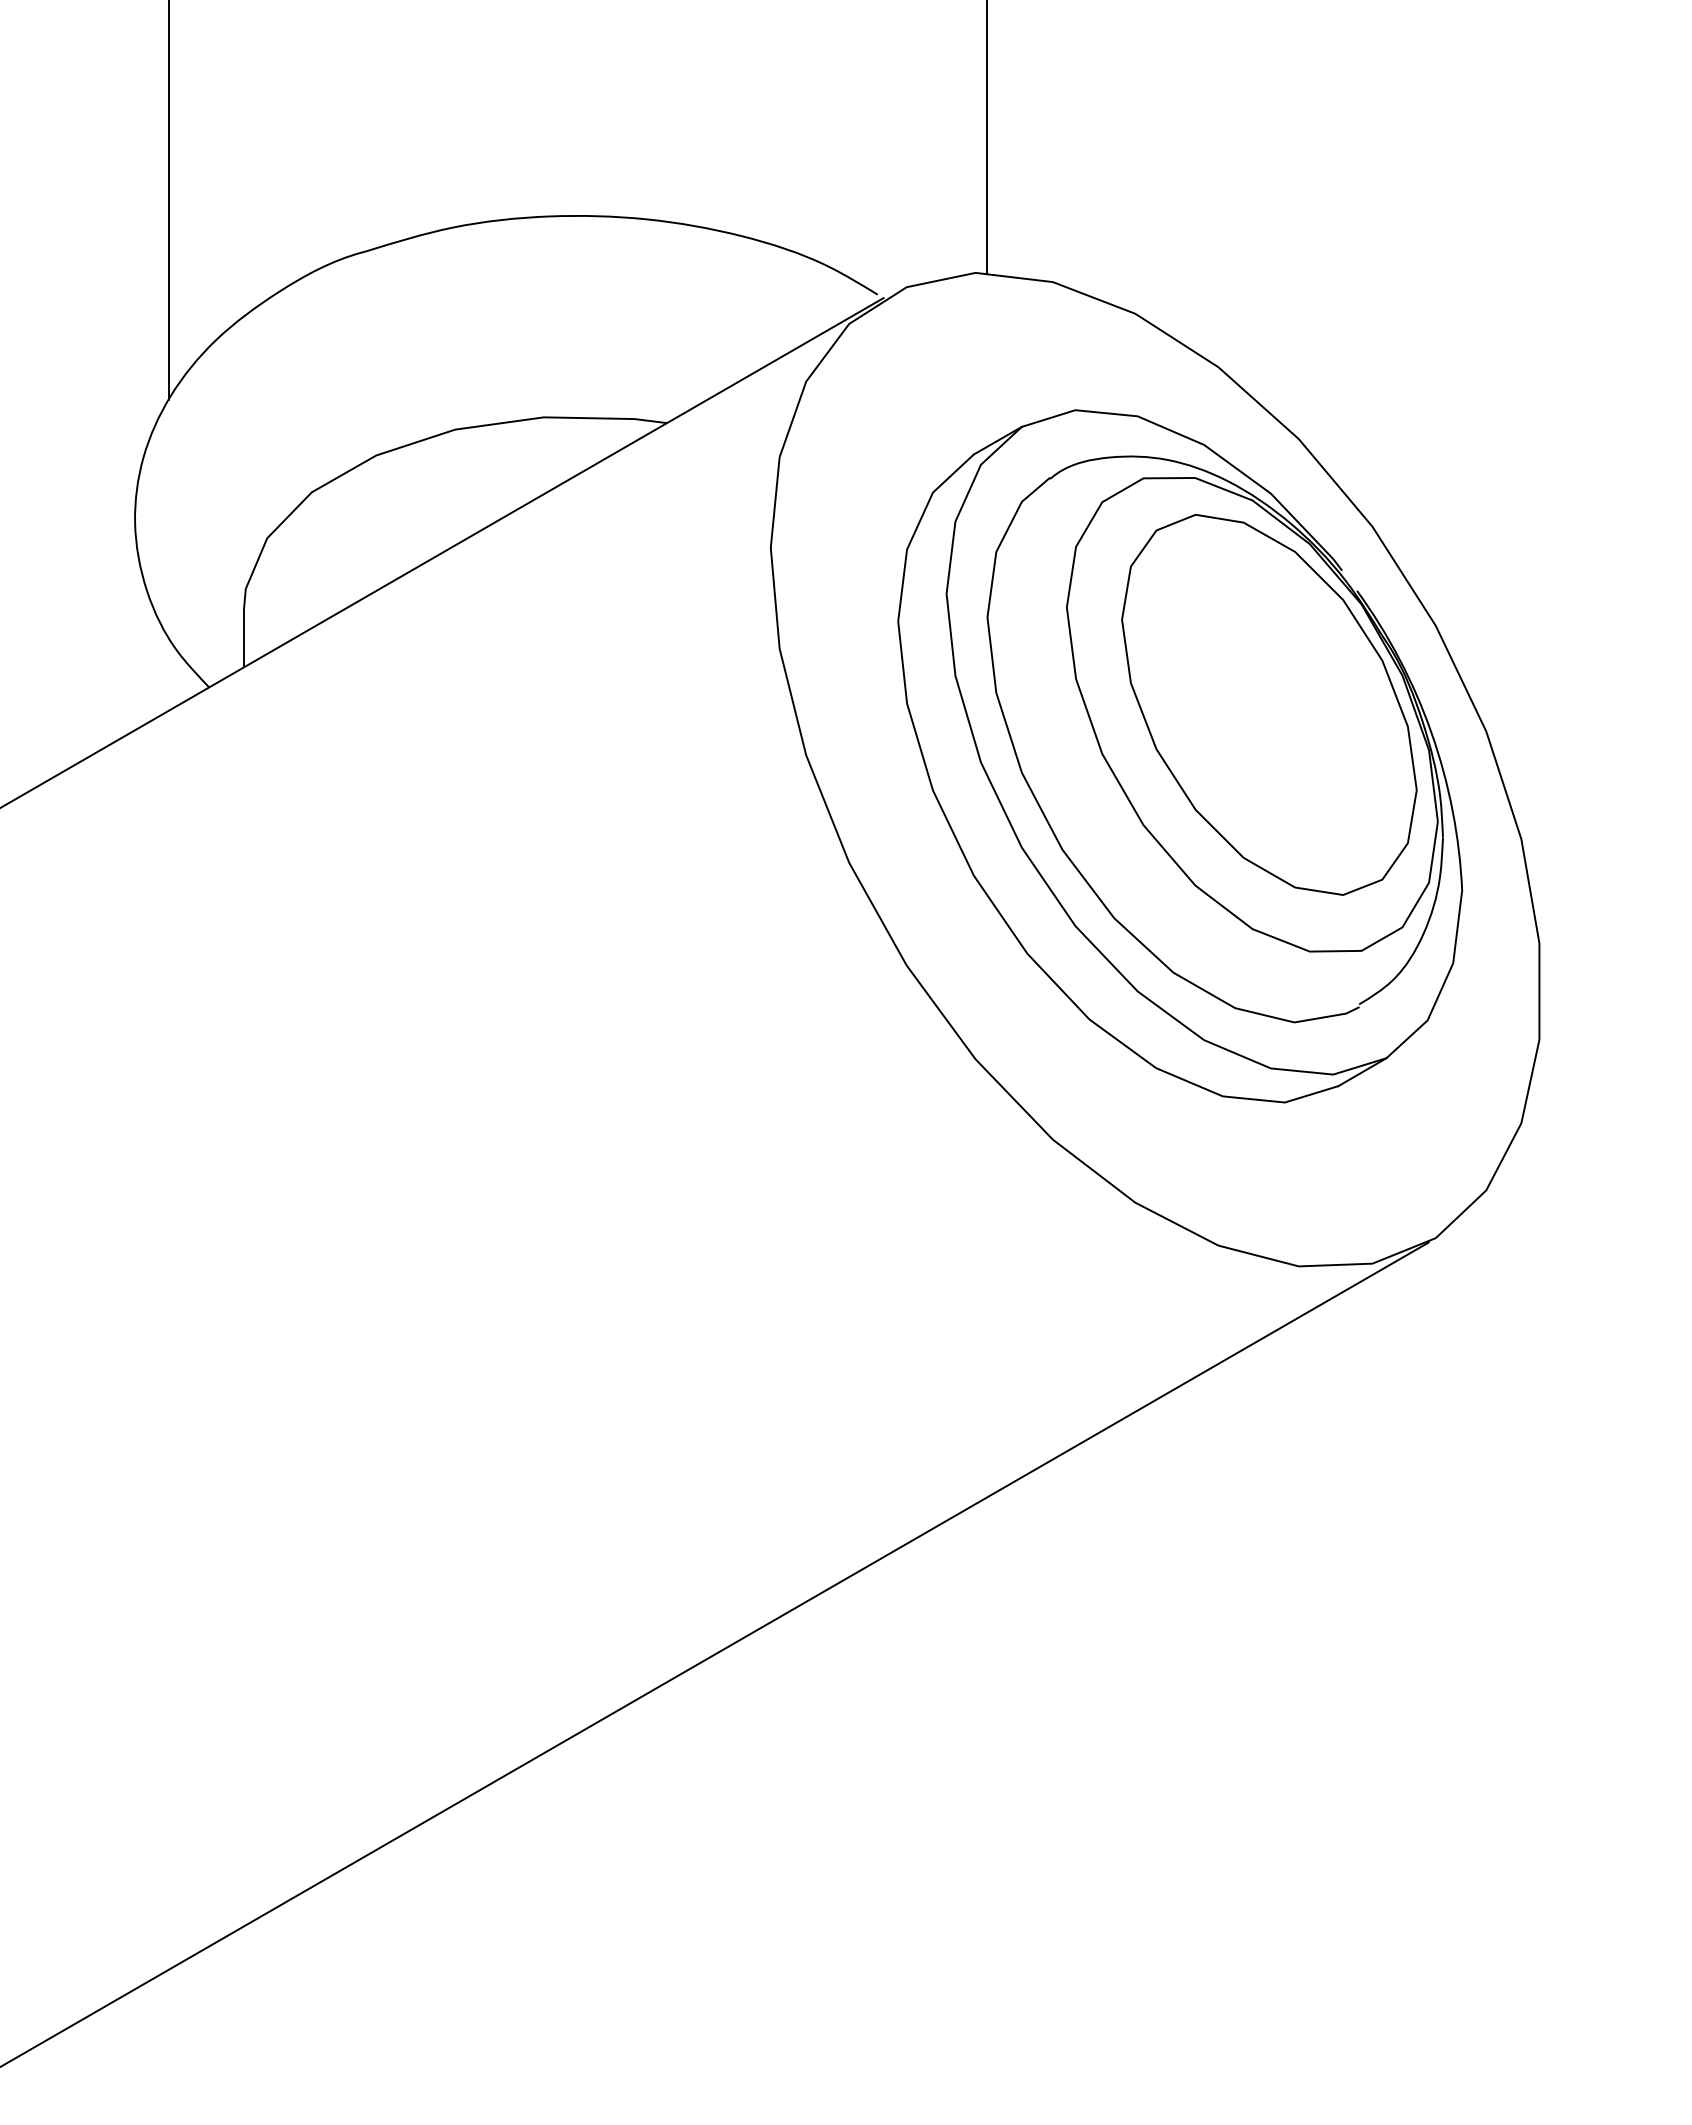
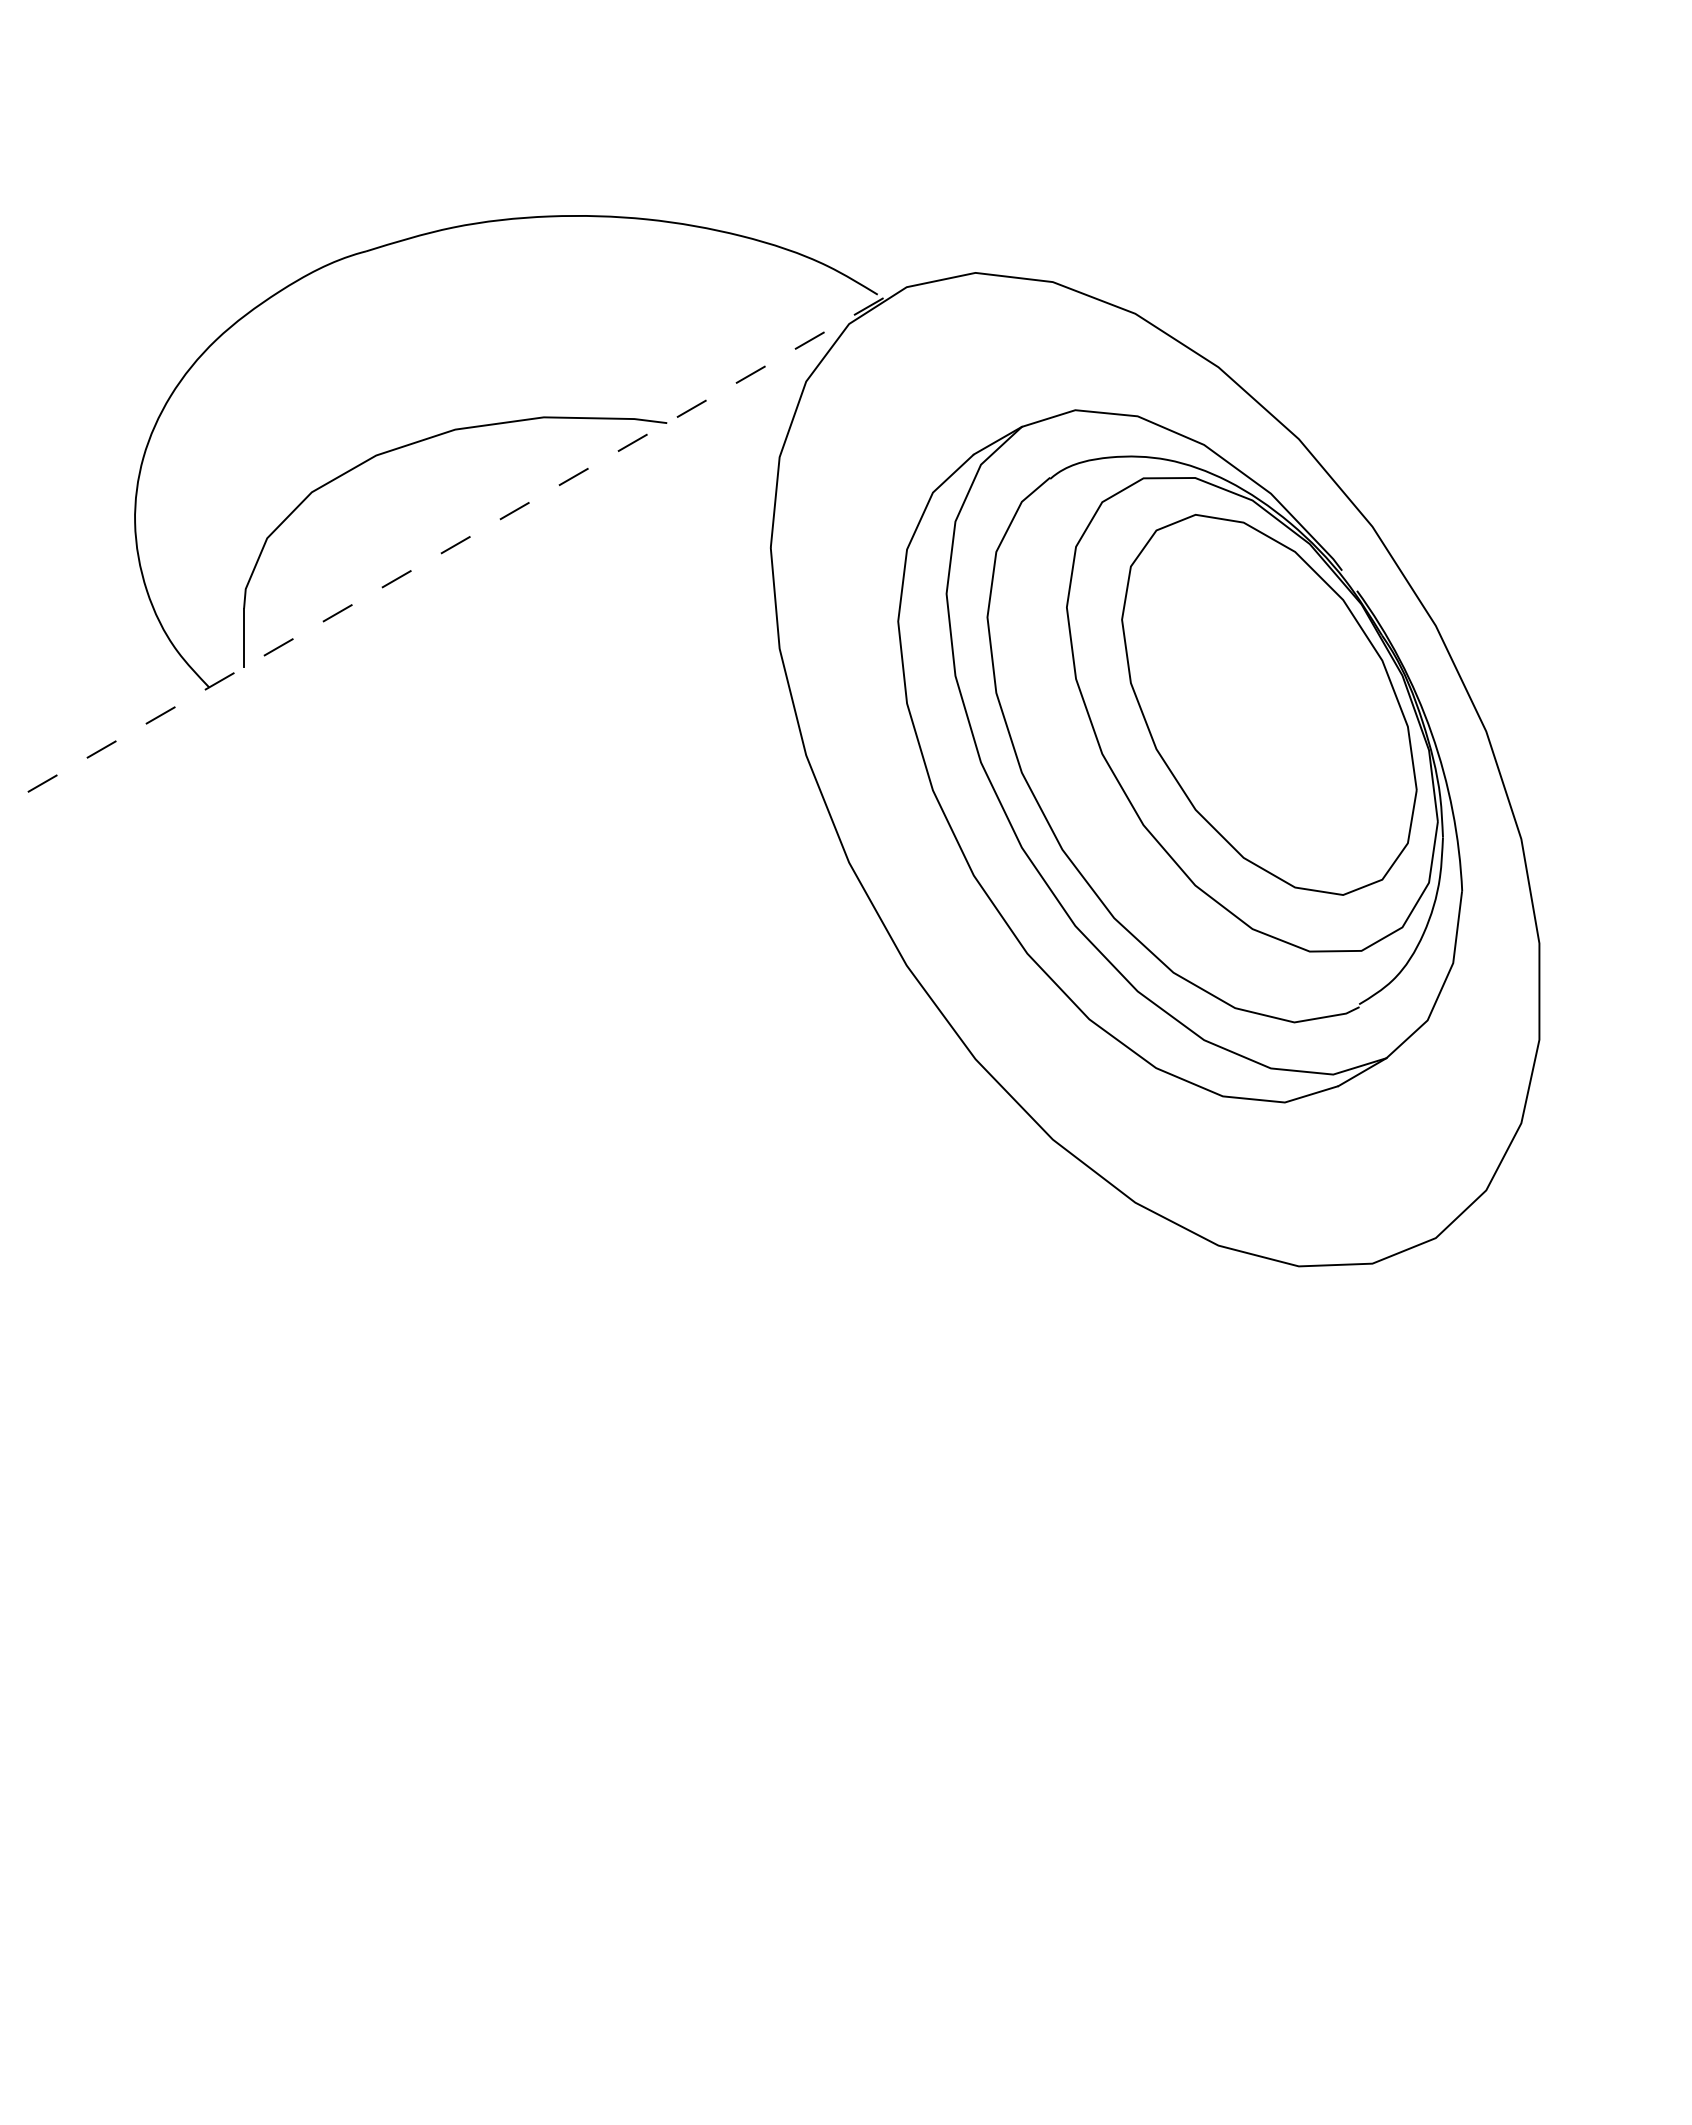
line at (986, 137): present -> none
line at (169, 200): present -> none
line at (441, 553): solid -> dashed
line at (715, 1653): present -> none
